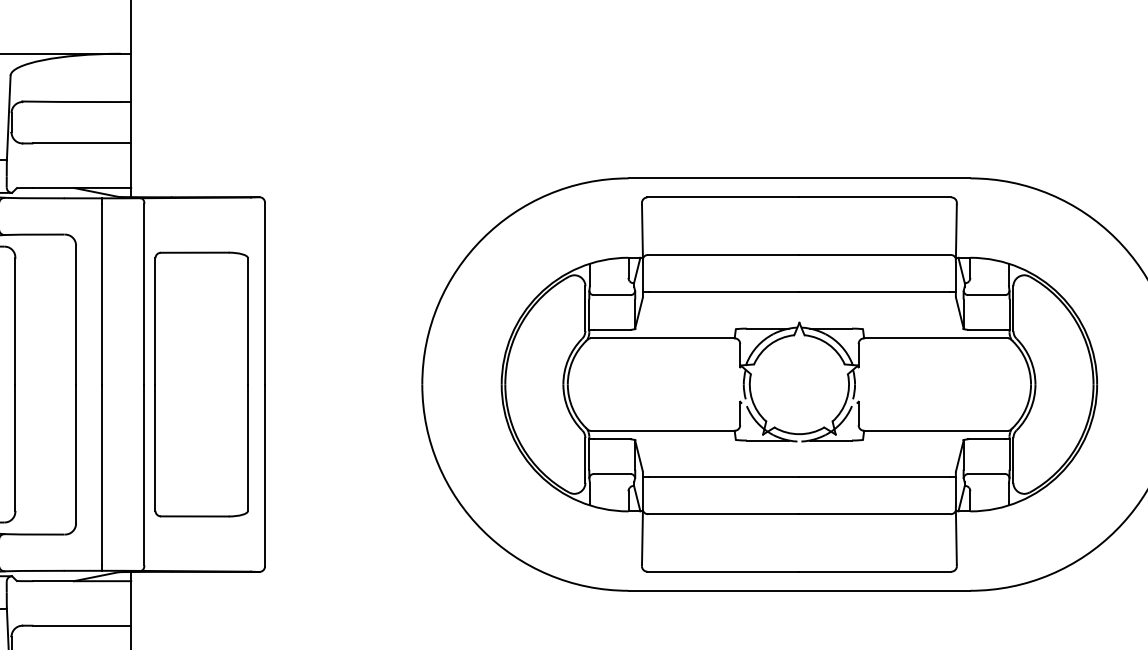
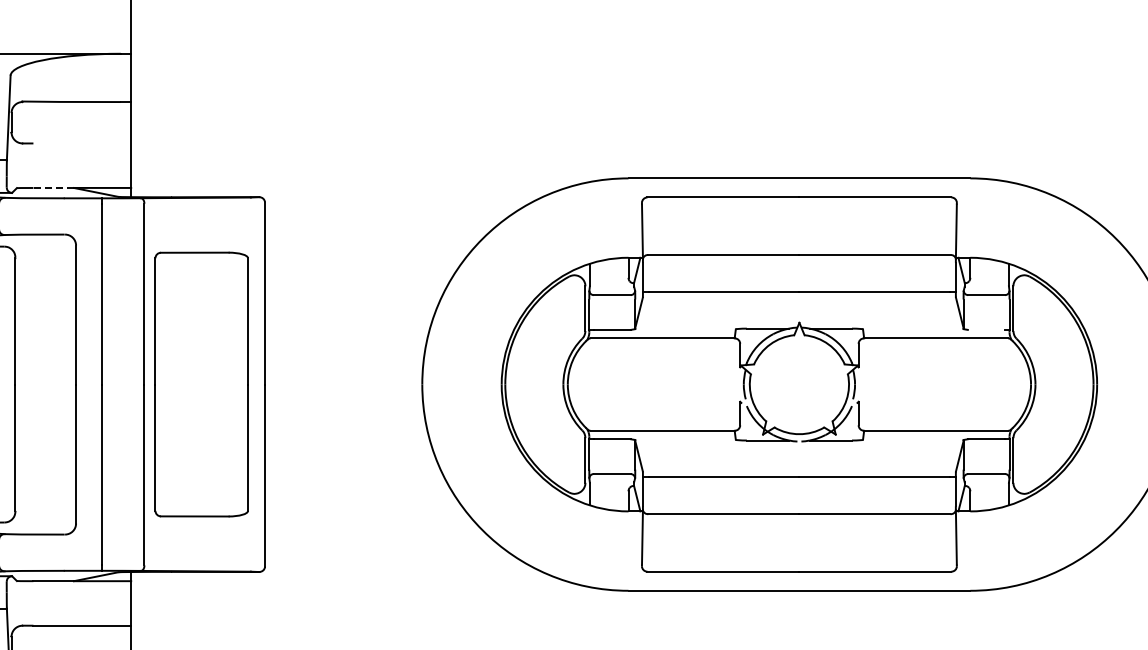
line at (82, 143): present -> none
line at (53, 188): solid -> dashed
line at (986, 329): present -> none
